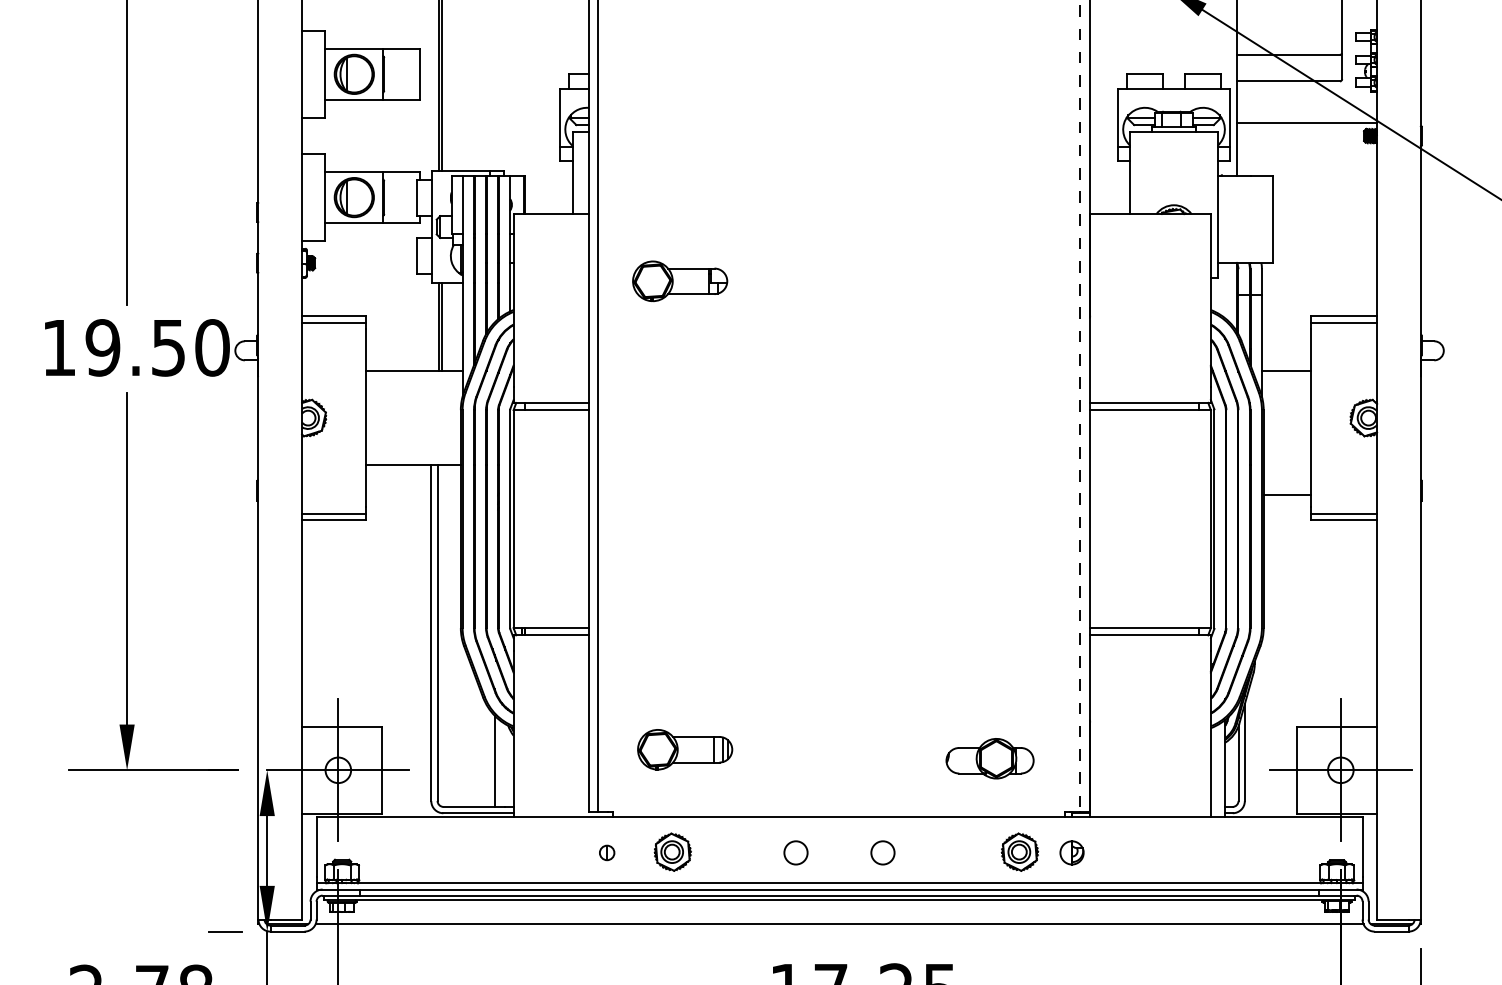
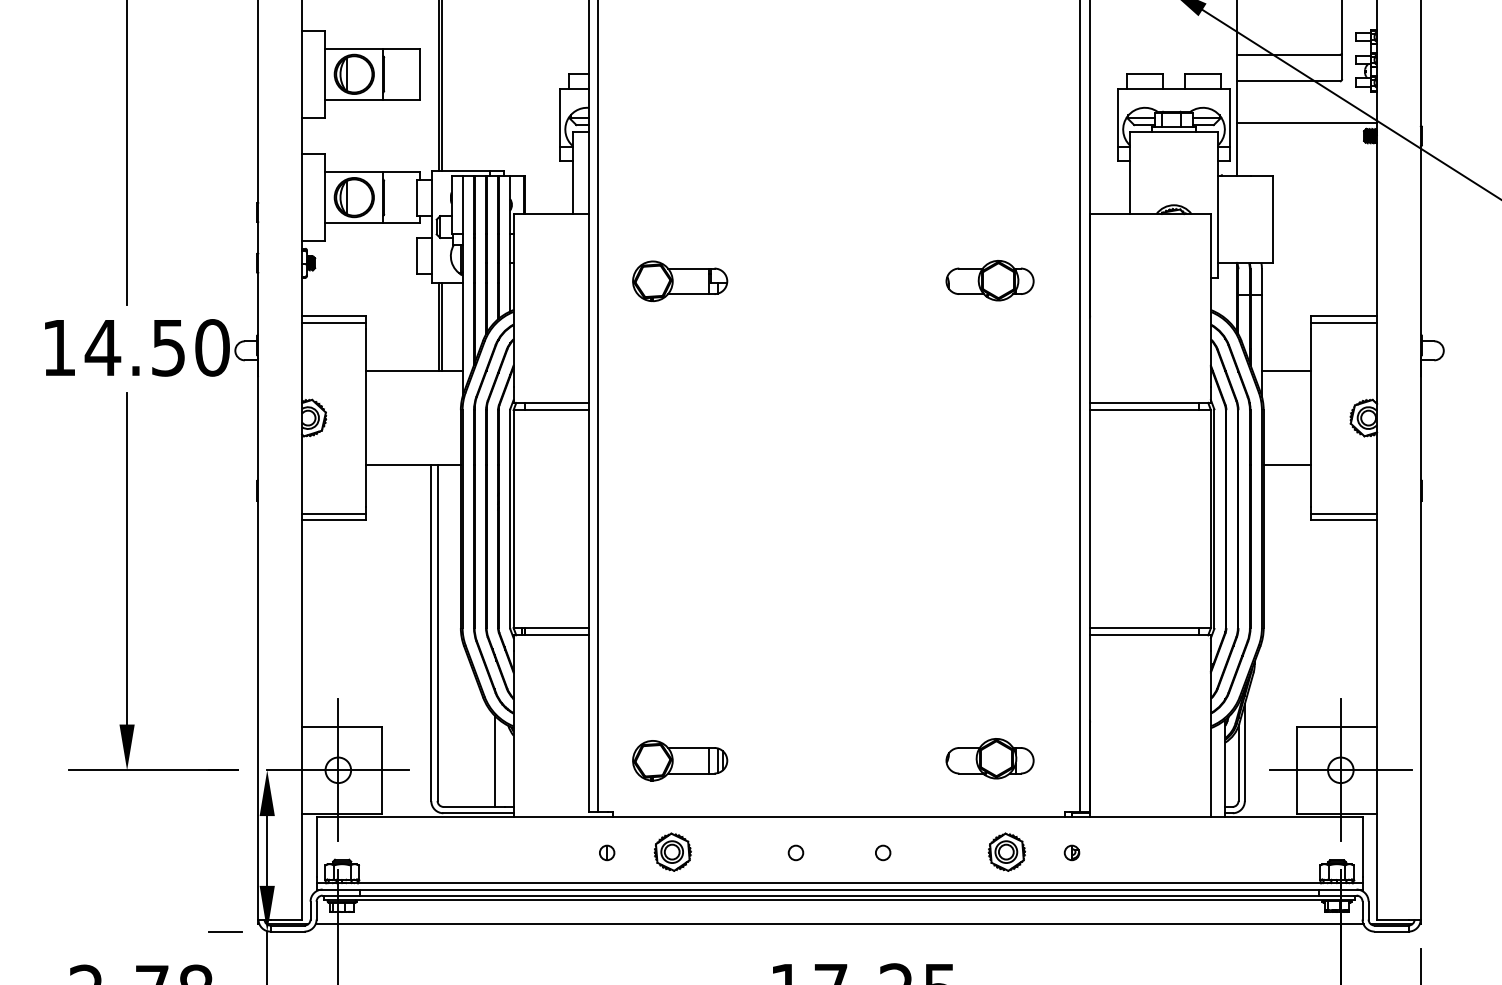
part at (989, 280): none -> present
text at (102, 347): 19.50 -> 14.50
line at (1080, 405): dashed -> solid
line at (1286, 495) position: (1286, 495) -> (1286, 465)
part at (685, 749) position: (685, 749) -> (680, 760)
part at (1019, 851) position: (1019, 851) -> (1006, 851)
circle at (795, 852) size: 26x26 px -> 18x18 px
circle at (882, 852) size: 26x26 px -> 17x18 px
part at (1071, 852) size: 26x26 px -> 18x18 px
